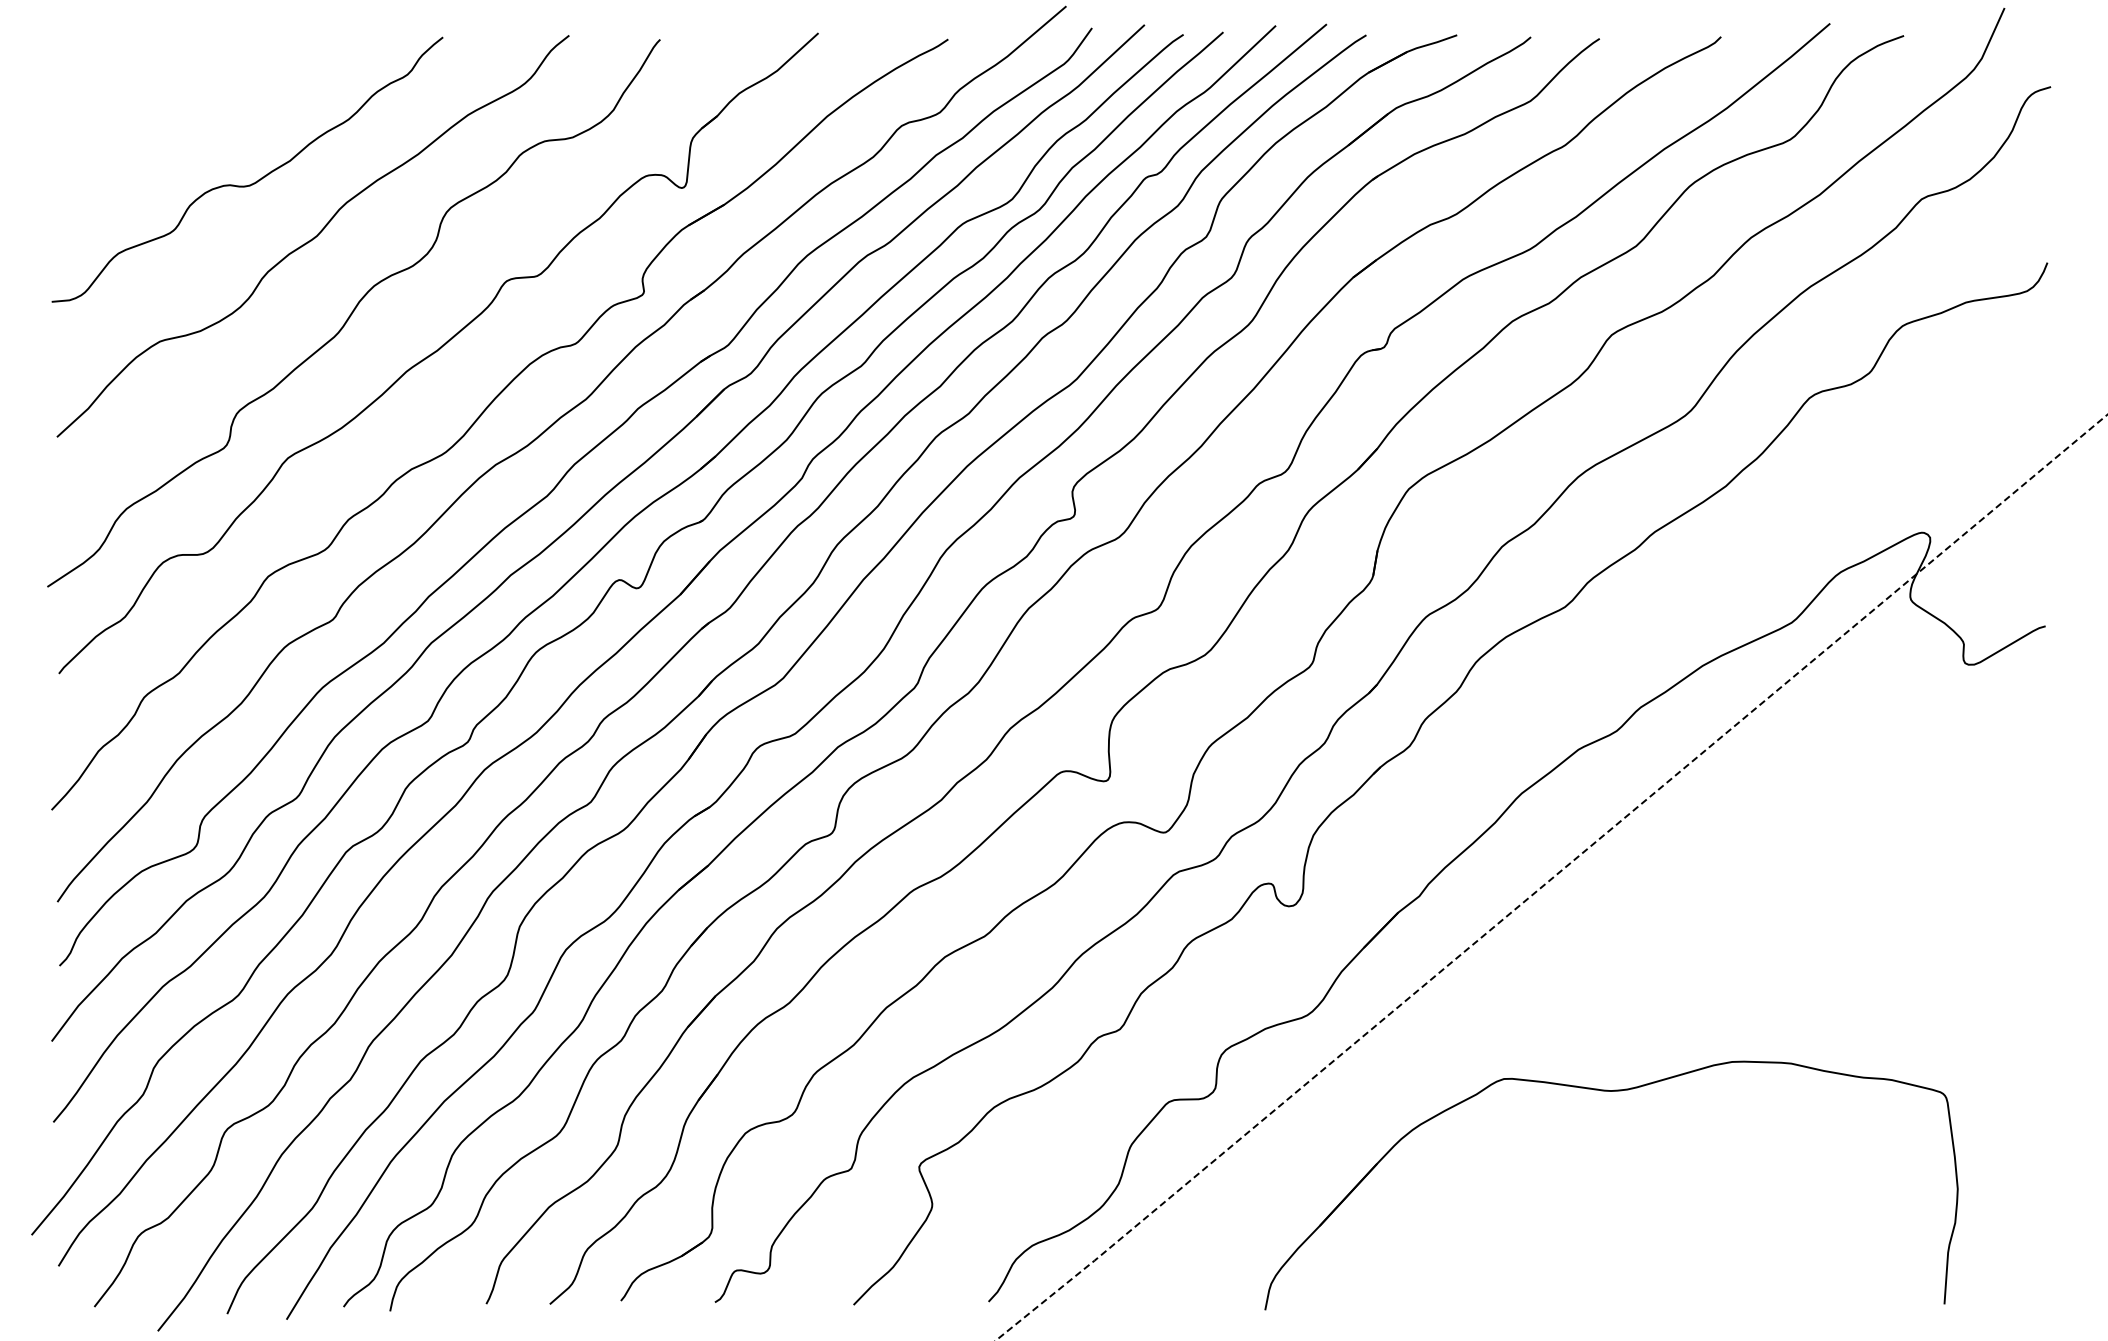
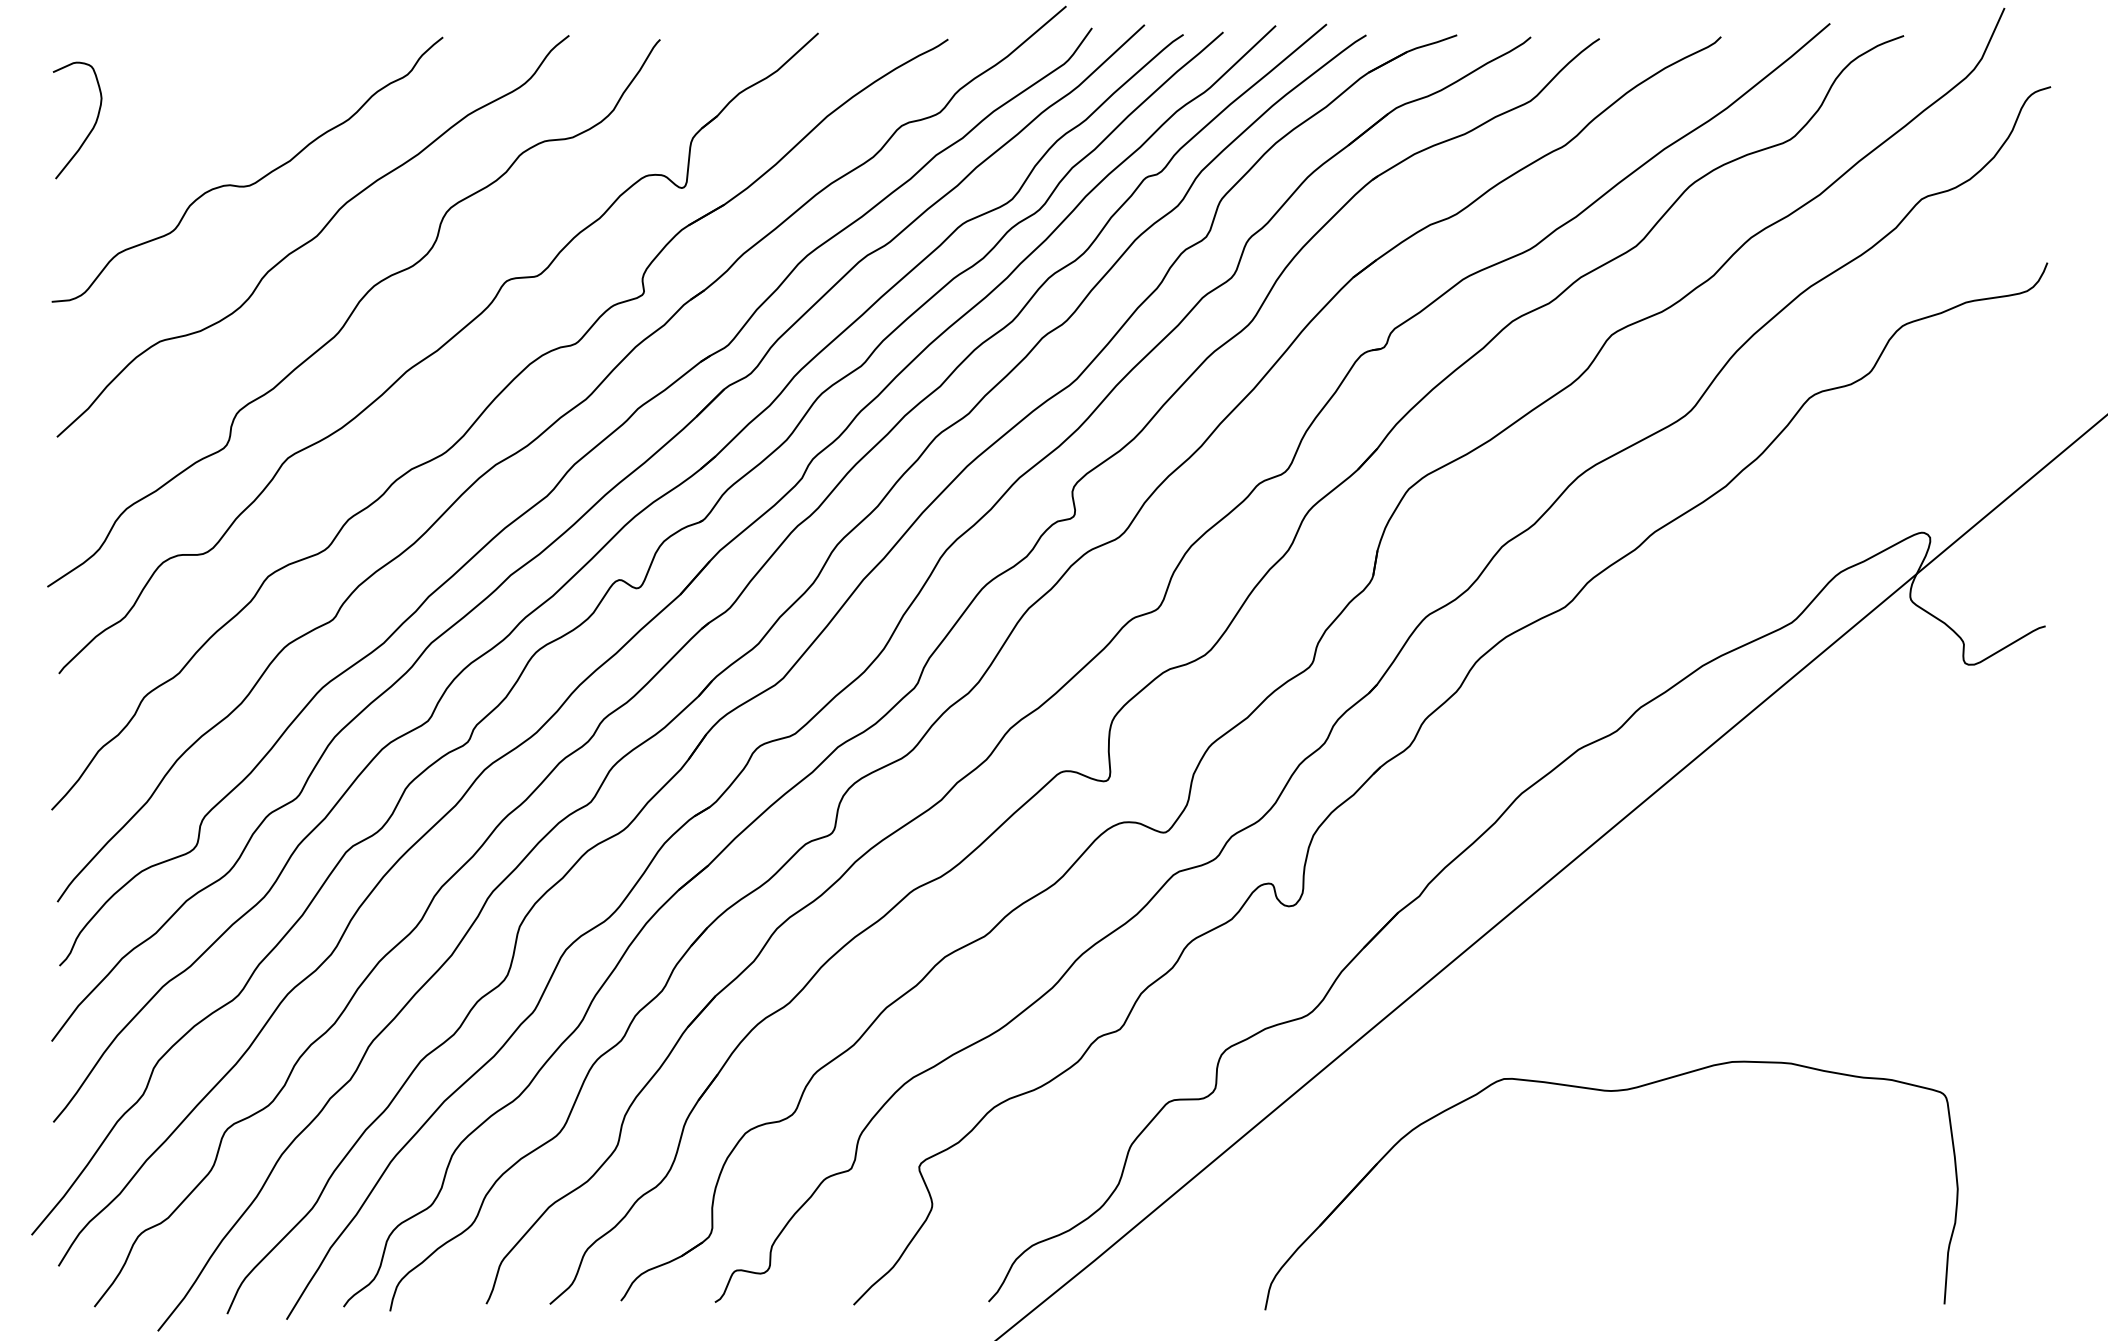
curve at (90, 130): none -> present
line at (1552, 878): dashed -> solid
